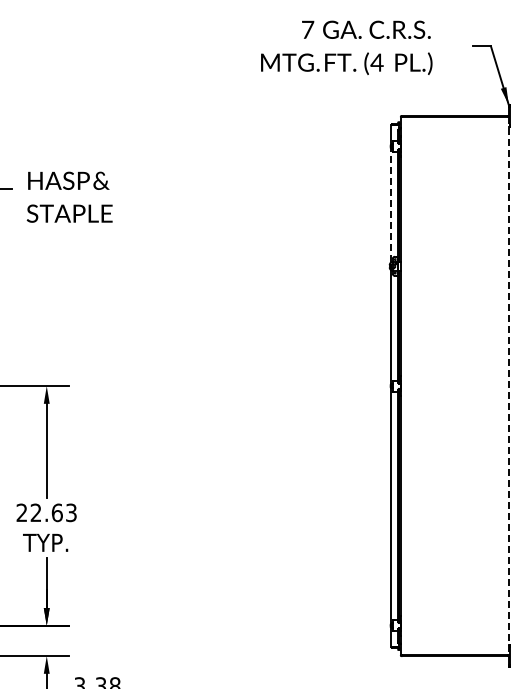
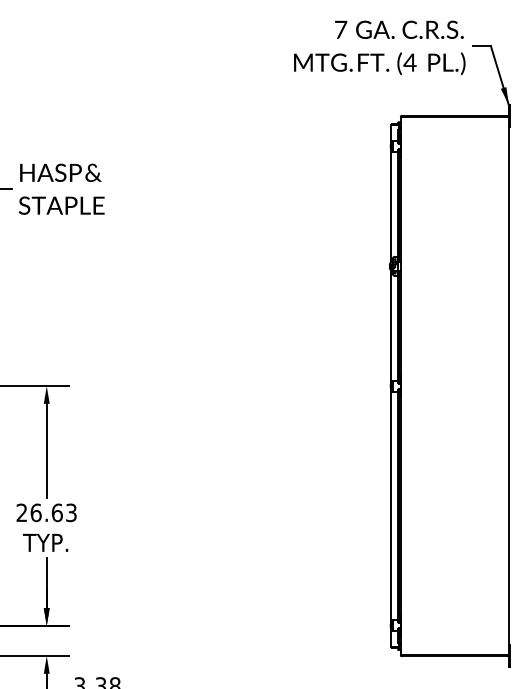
text at (346, 47) position: (346, 47) -> (379, 47)
text at (69, 196) position: (69, 196) -> (61, 188)
line at (391, 204): dashed -> solid
line at (508, 386): dashed -> solid
text at (35, 512): 22.63 -> 26.63
